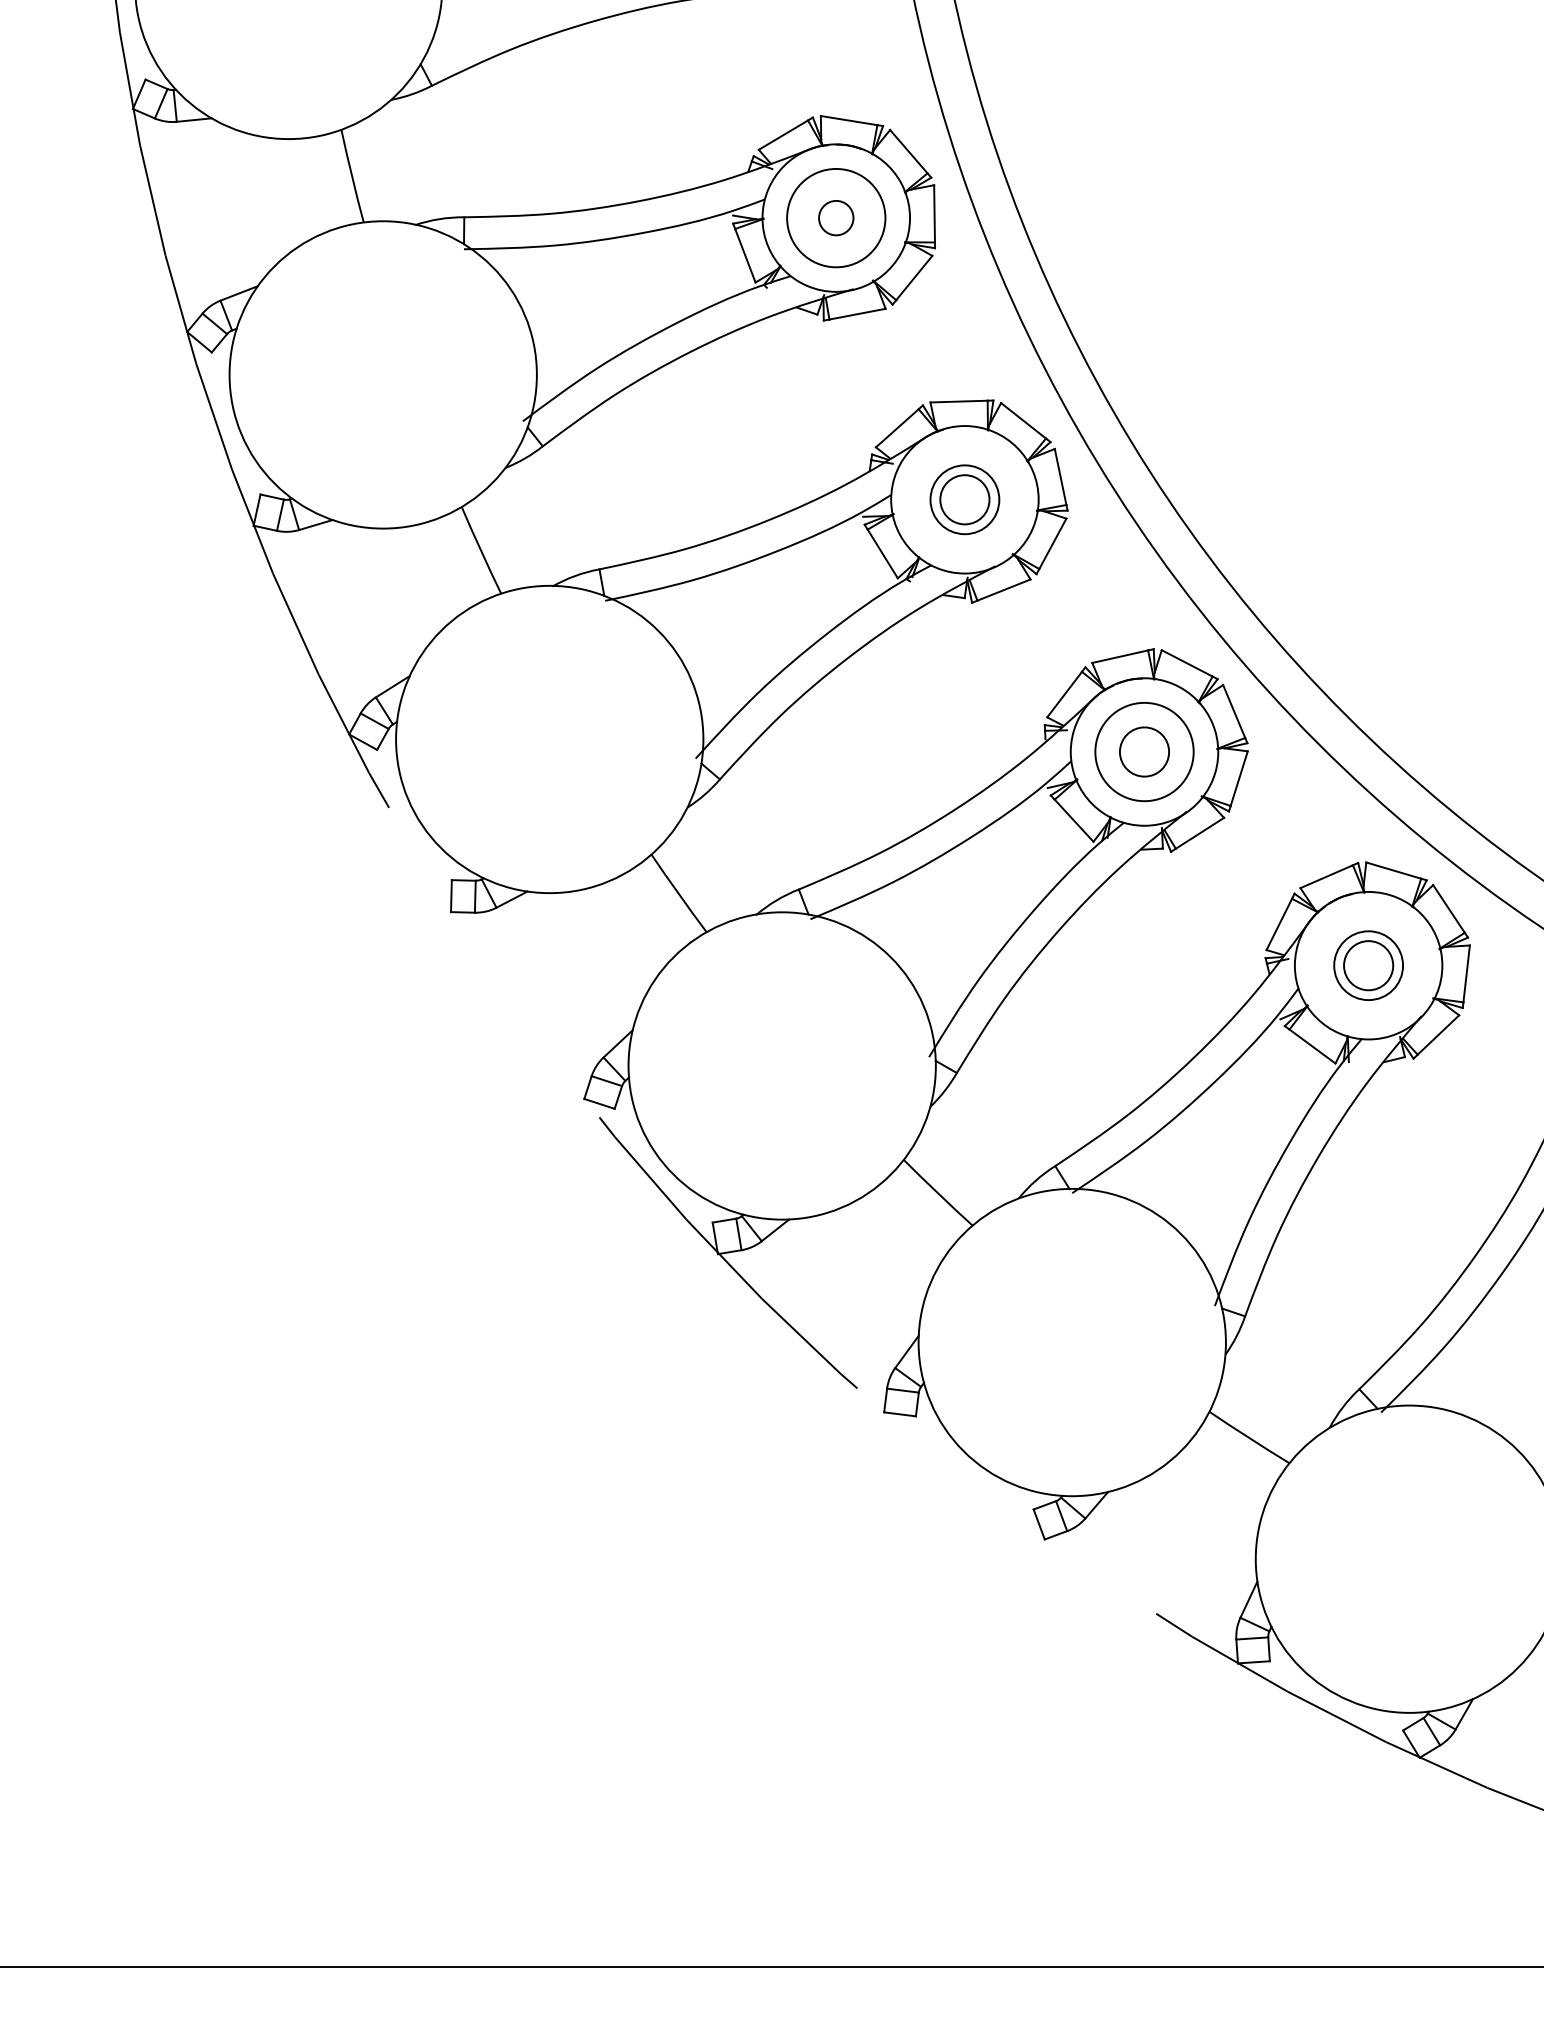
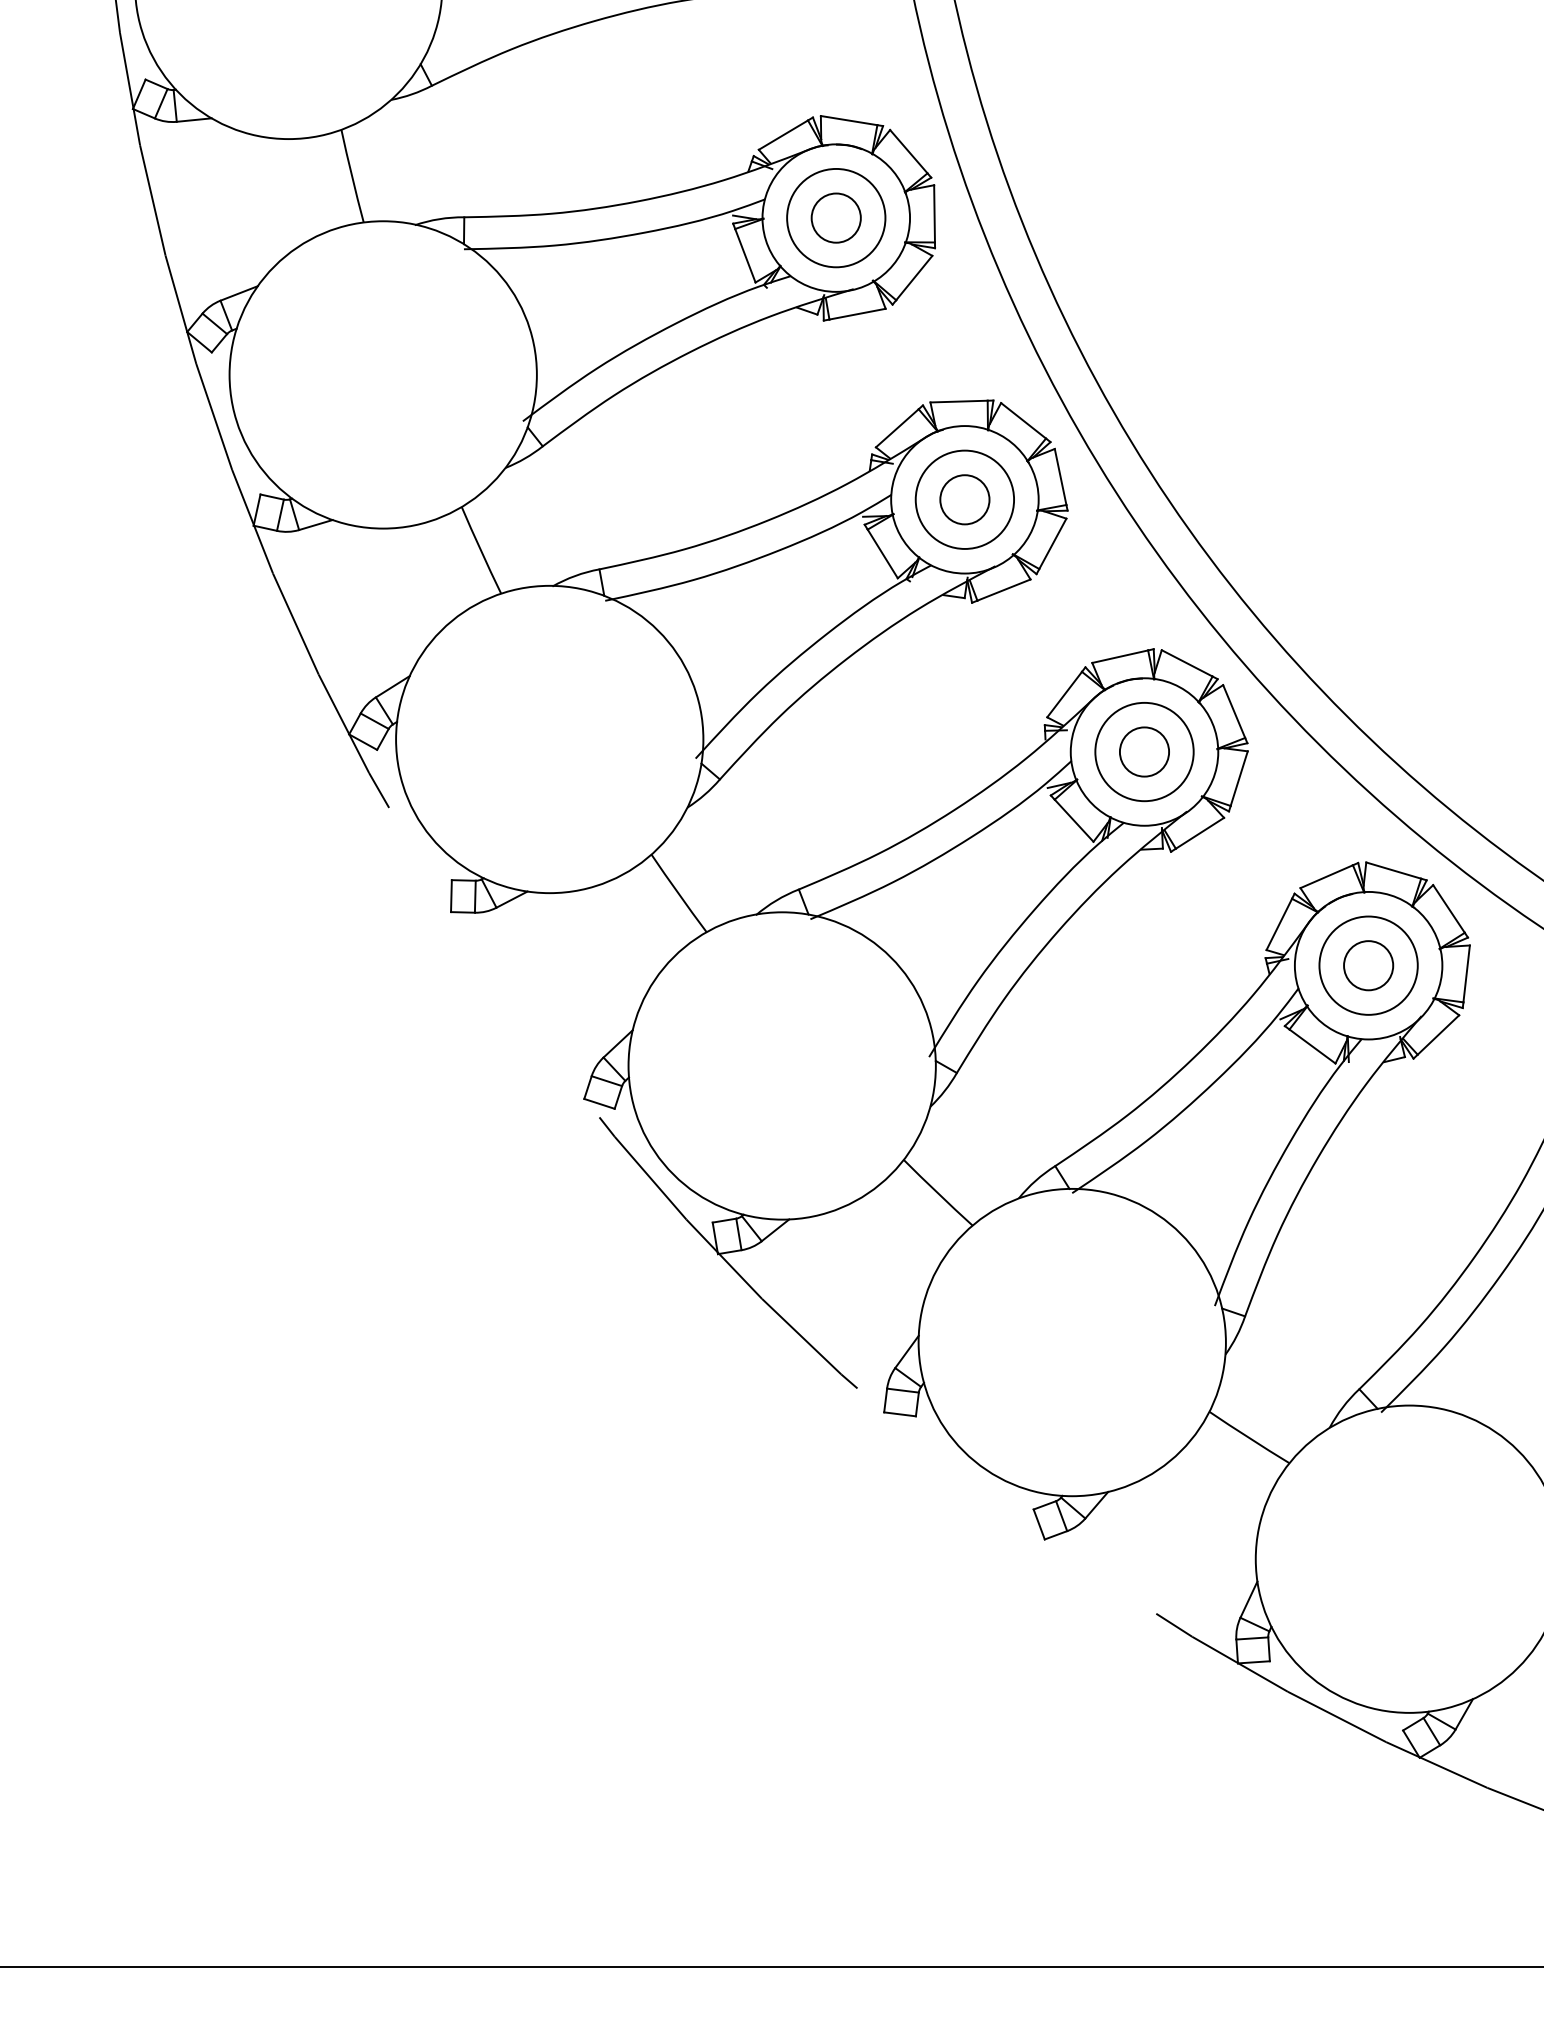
circle at (836, 217) diameter: 34 px -> 49 px
circle at (964, 499) diameter: 69 px -> 98 px
circle at (1368, 965) diameter: 69 px -> 98 px
